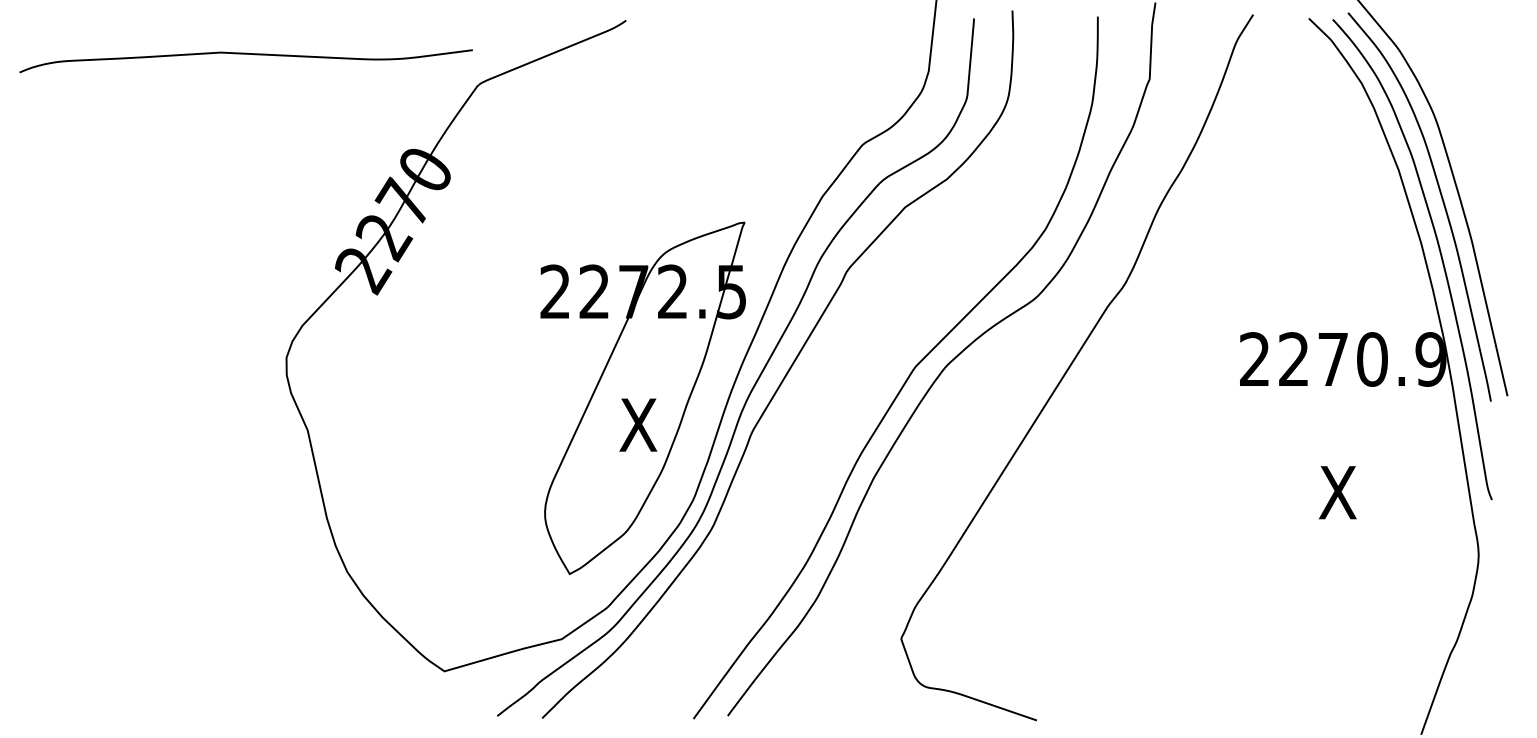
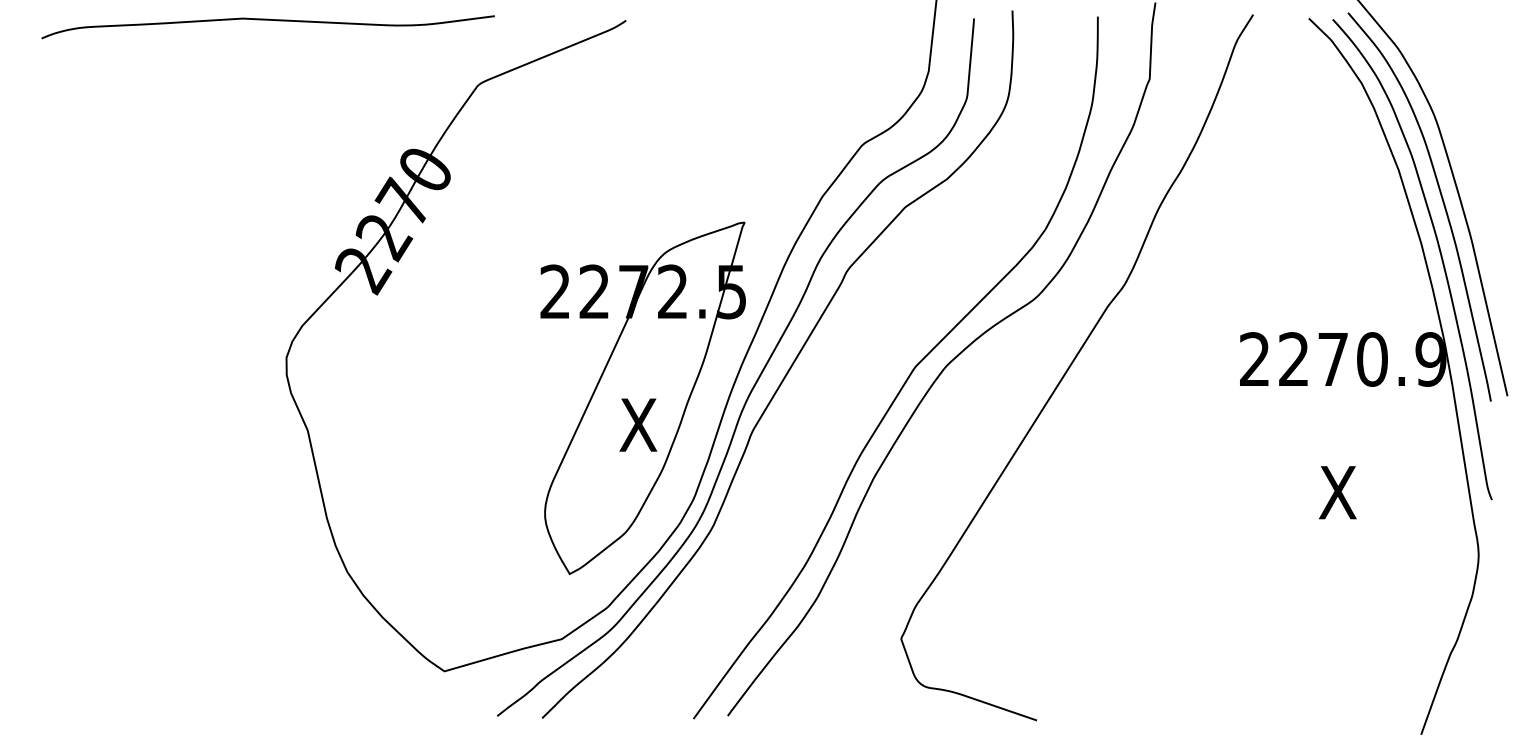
curve at (245, 54) position: (245, 54) -> (267, 20)
